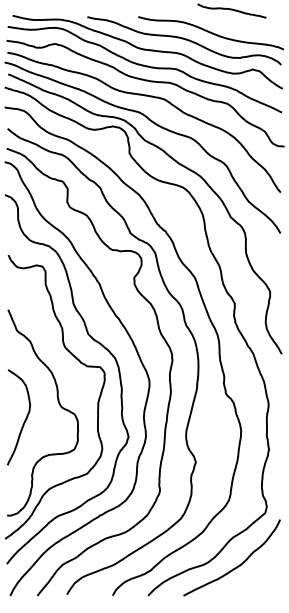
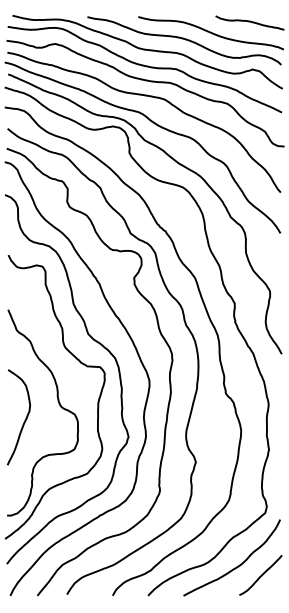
curve at (231, 10) position: (231, 10) -> (249, 22)
curve at (260, 575): none -> present
